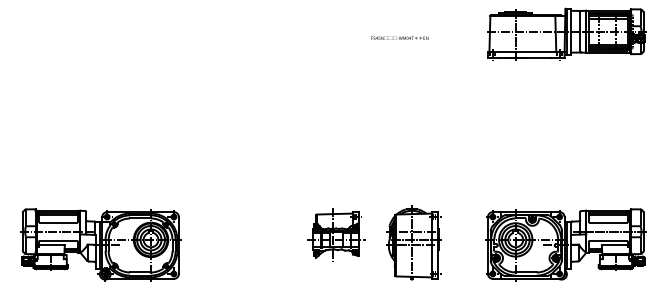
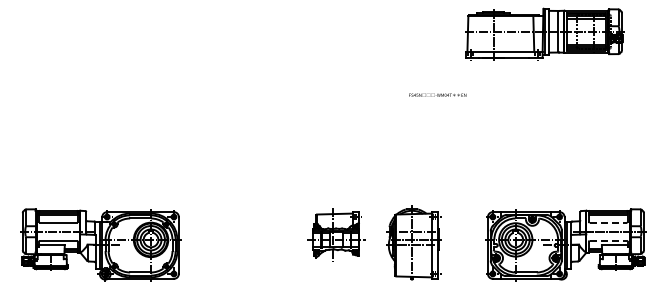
part at (566, 33) position: (566, 33) -> (544, 33)
text at (399, 37) position: (399, 37) -> (437, 94)
line at (608, 222): solid -> dashed
line at (608, 240): solid -> dashed
